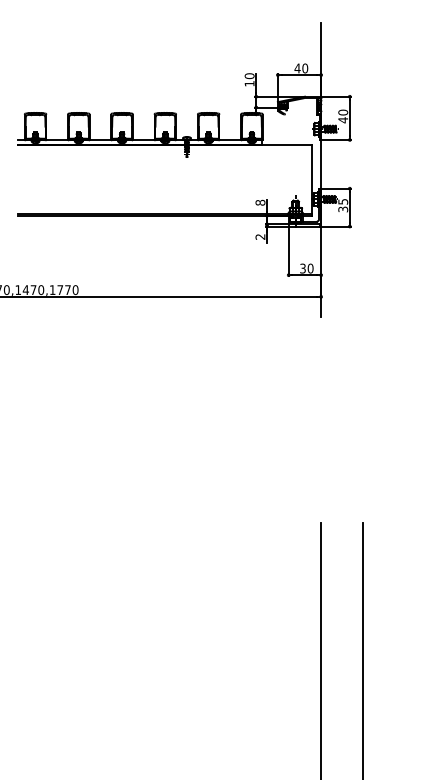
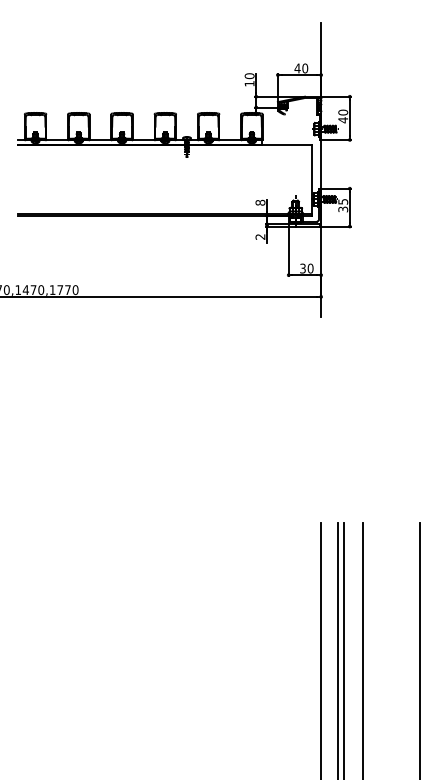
line at (338, 649): none -> present
line at (343, 649): none -> present
line at (420, 649): none -> present
